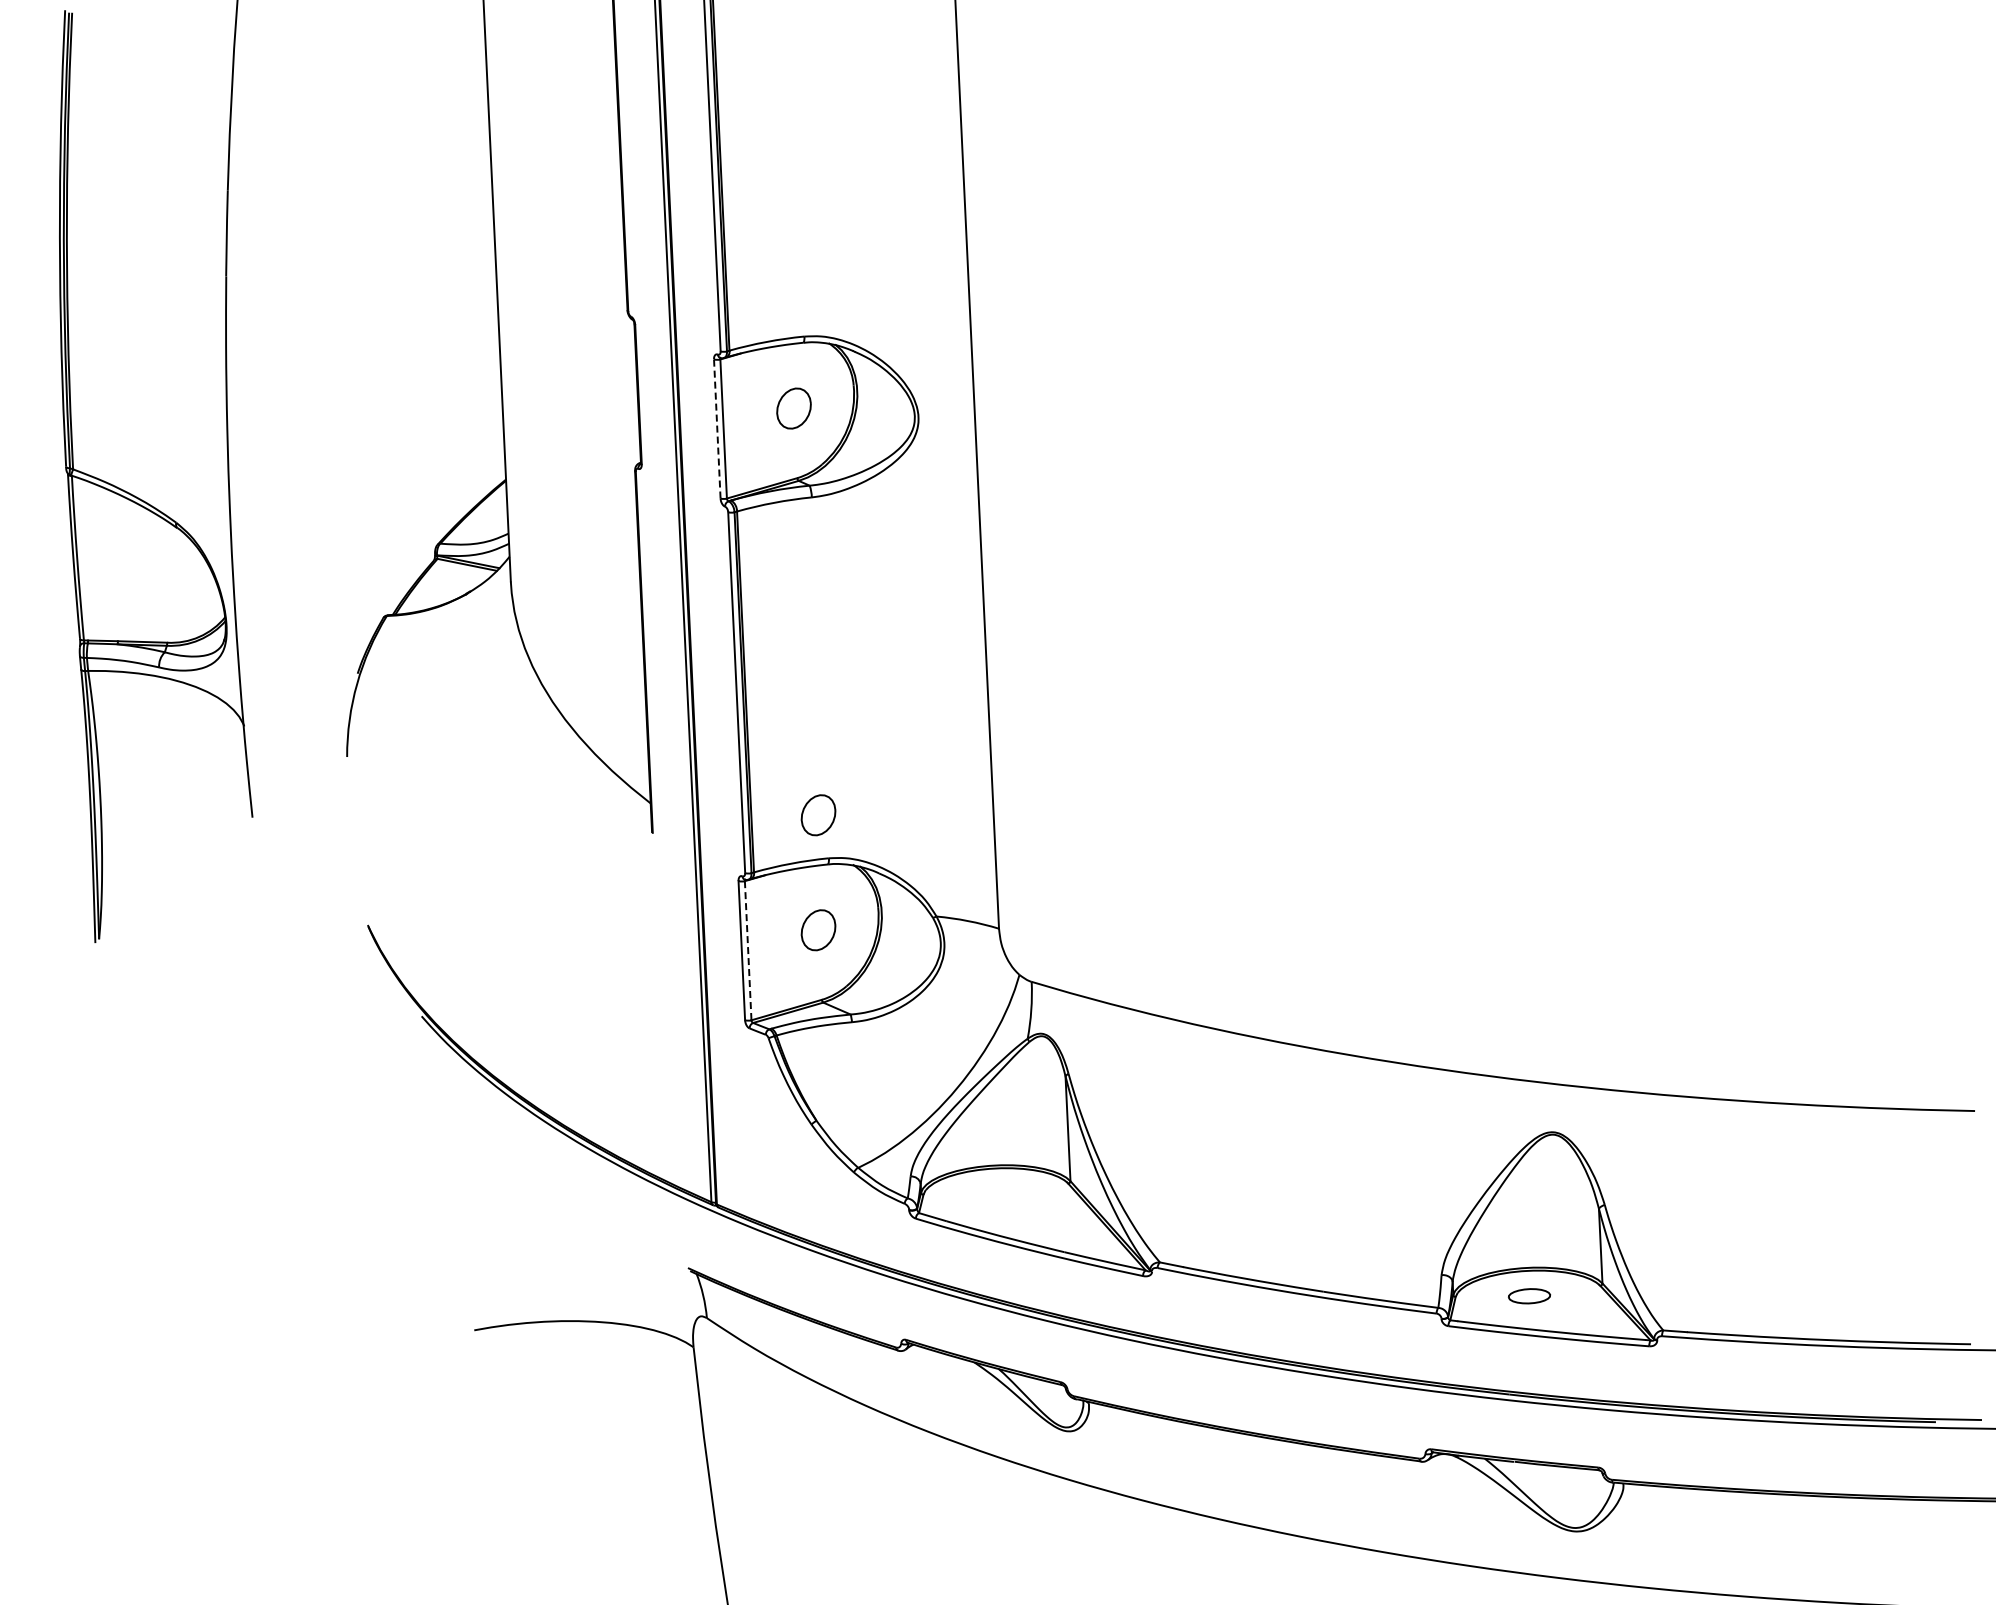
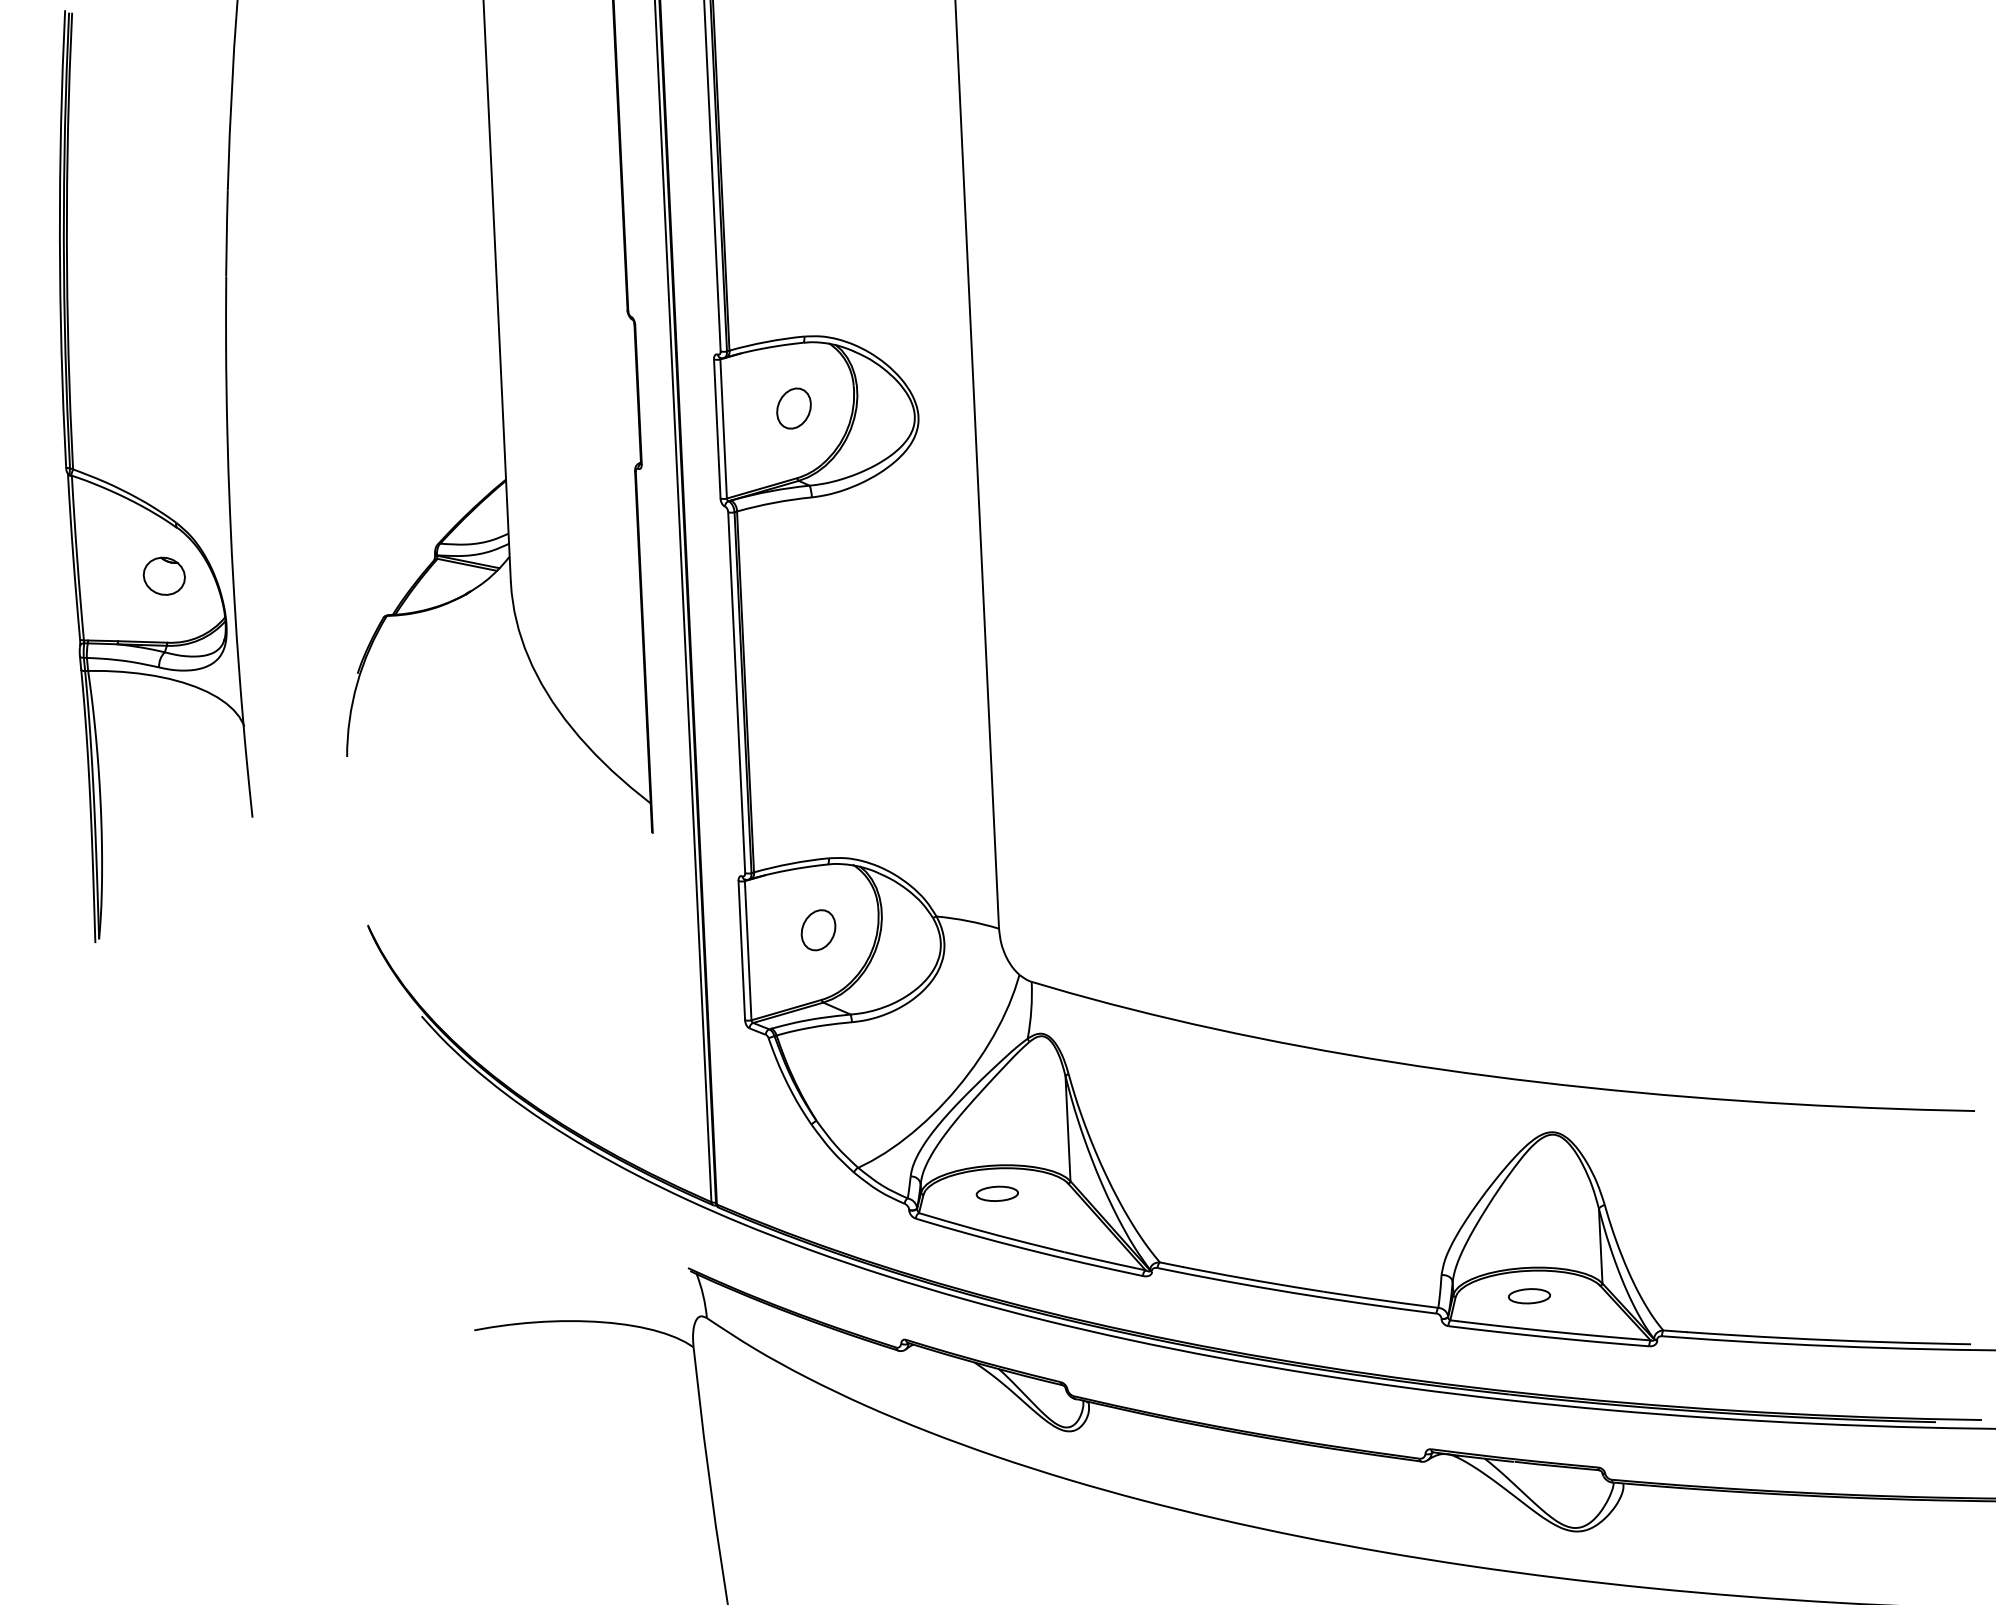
line at (717, 428): dashed -> solid
part at (163, 575): none -> present
part at (818, 815): present -> none
line at (748, 950): dashed -> solid
part at (996, 1193): none -> present
